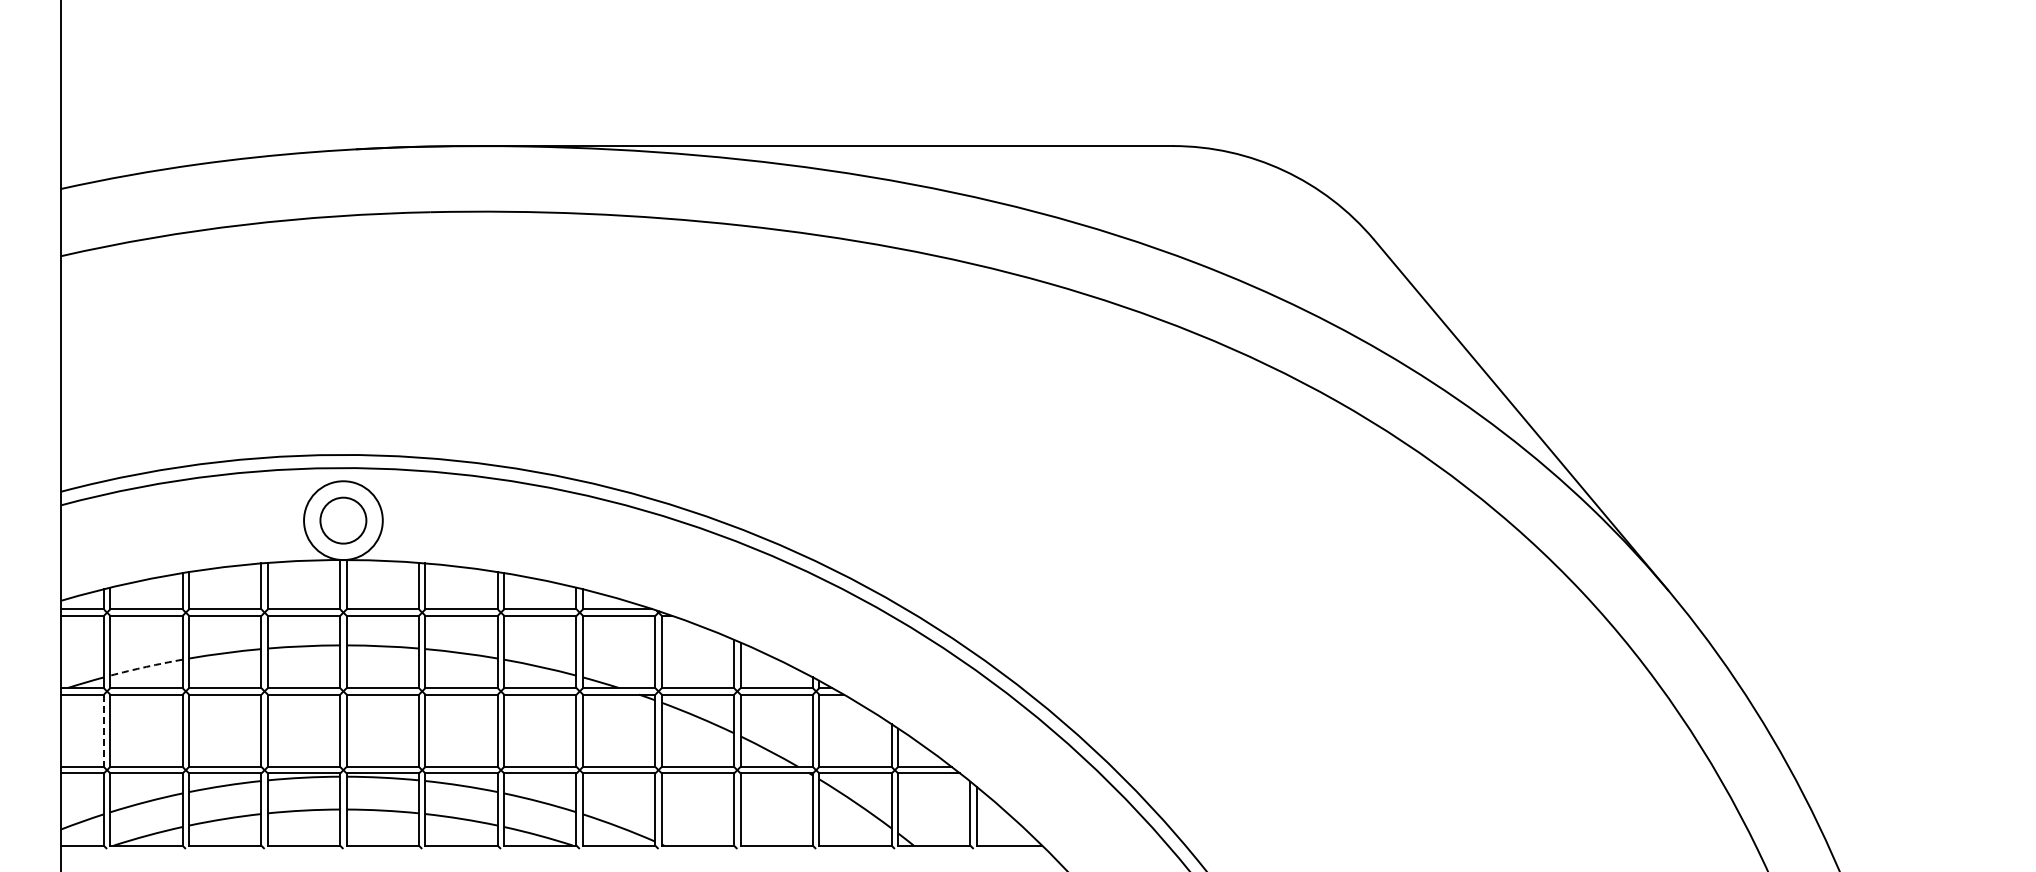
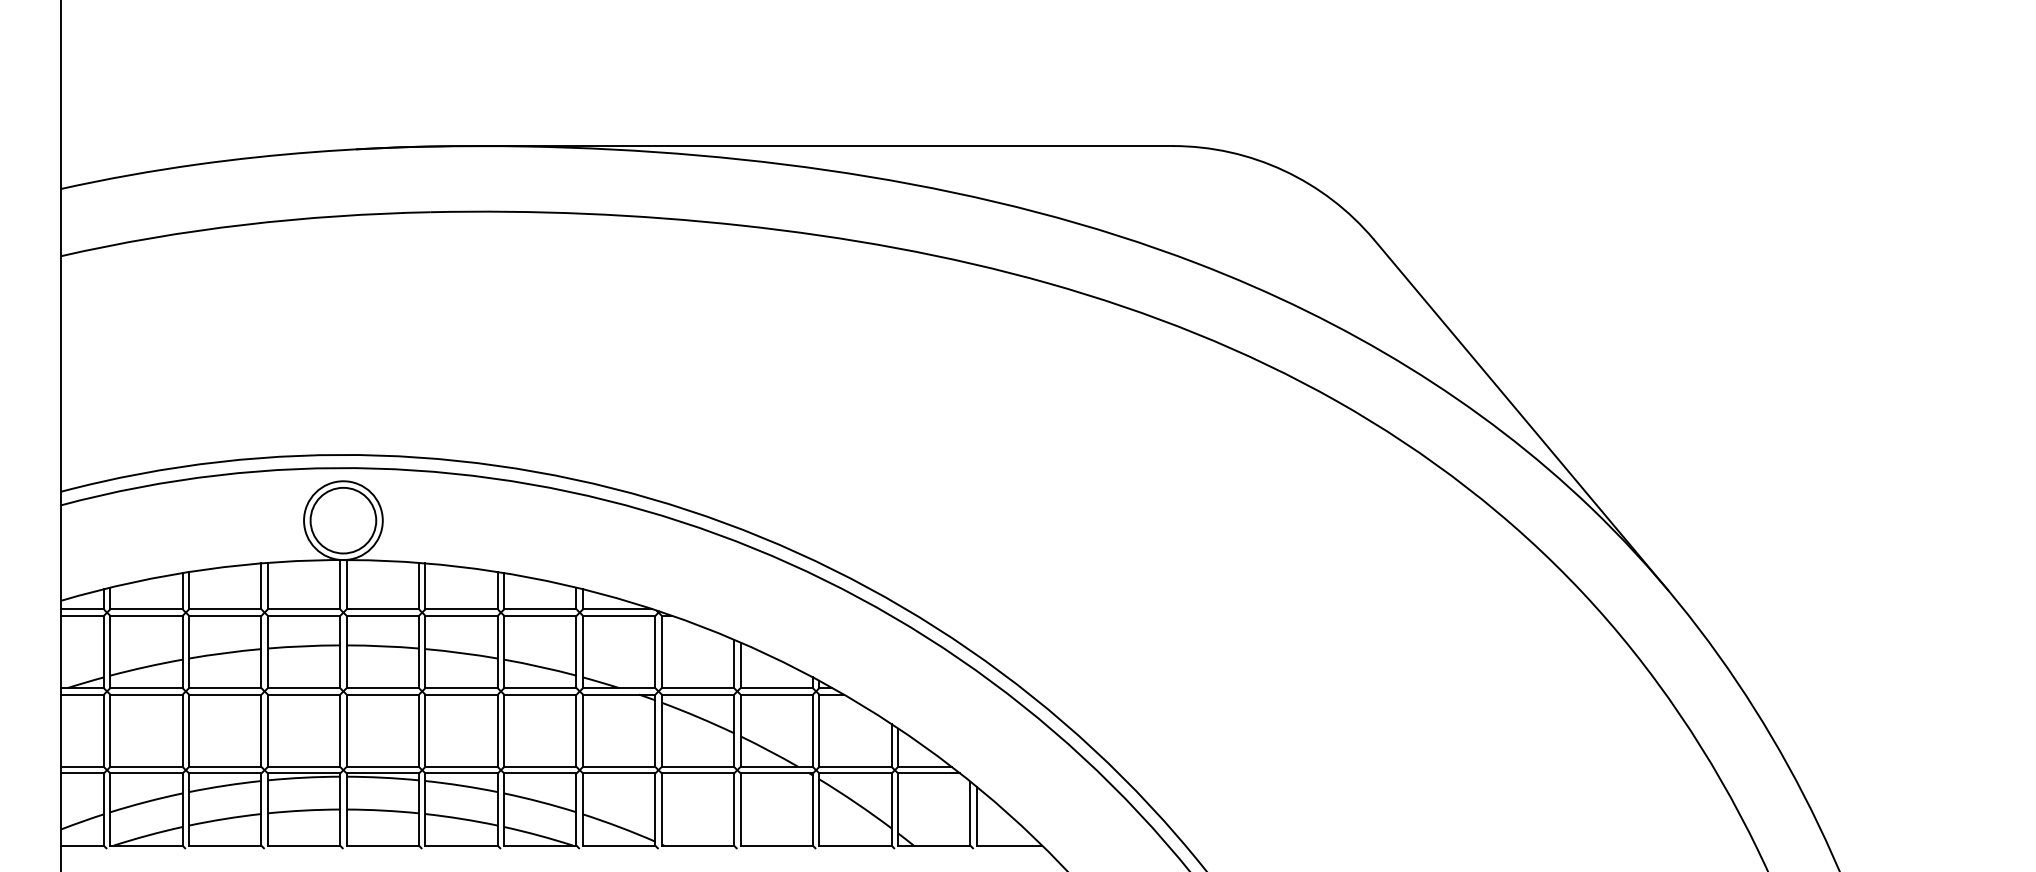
circle at (343, 520) diameter: 46 px -> 66 px
arc at (146, 666): dashed -> solid
line at (103, 731): dashed -> solid
